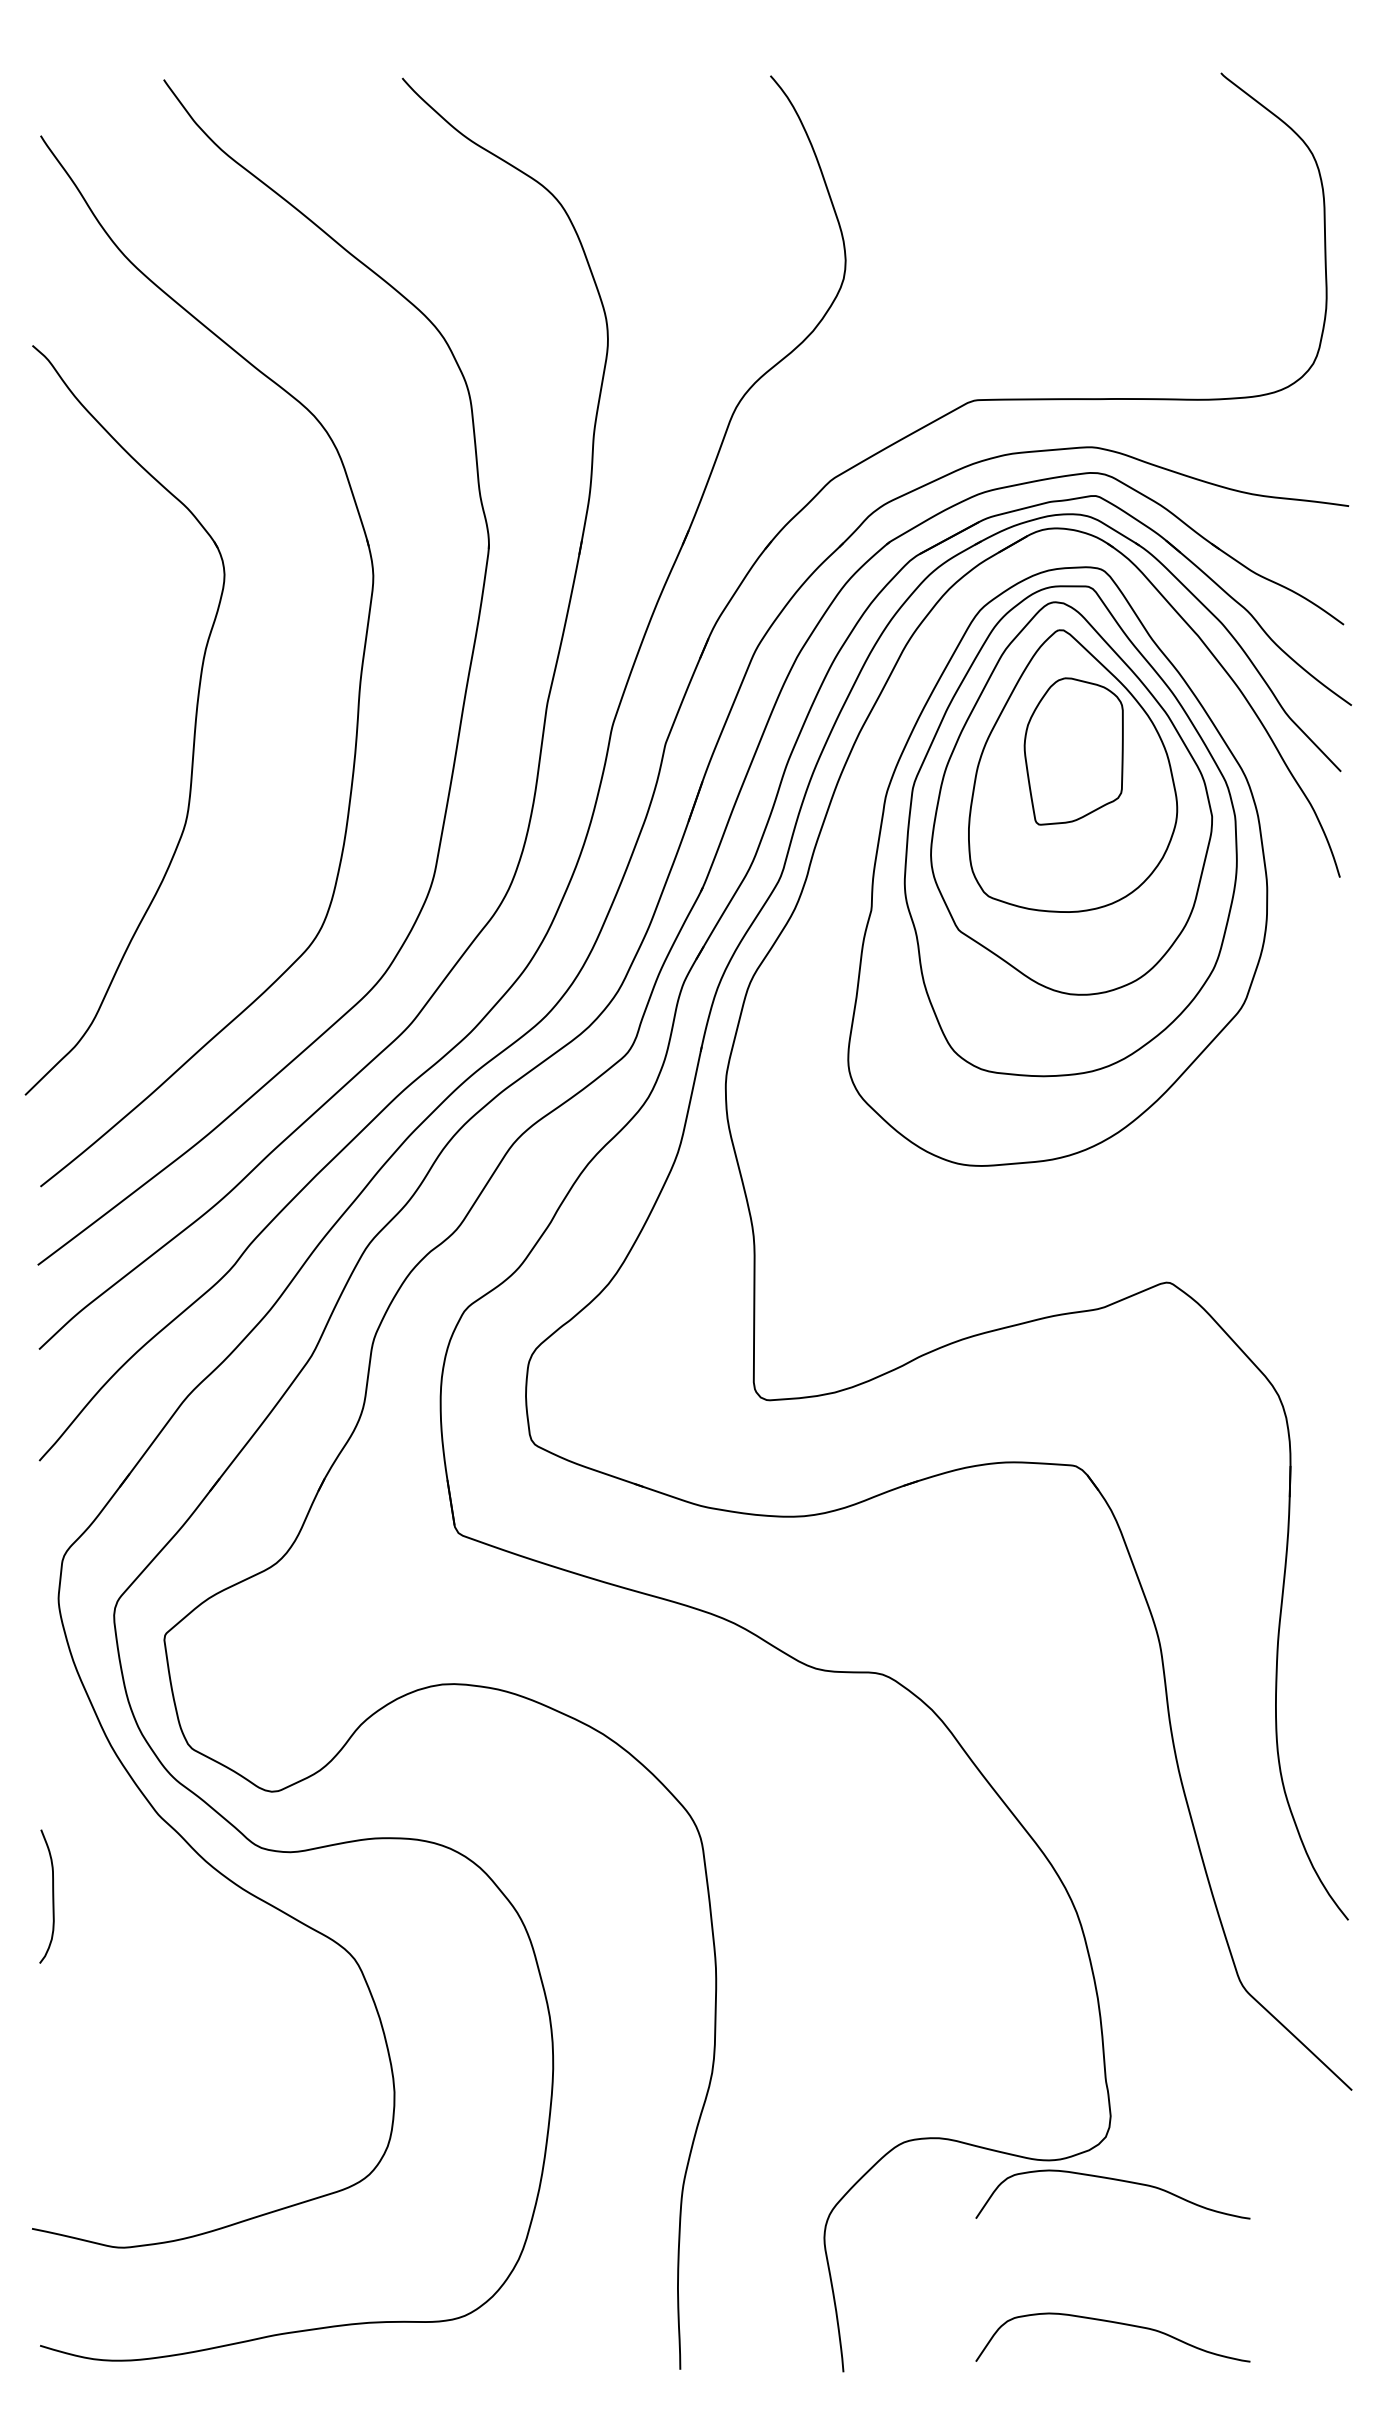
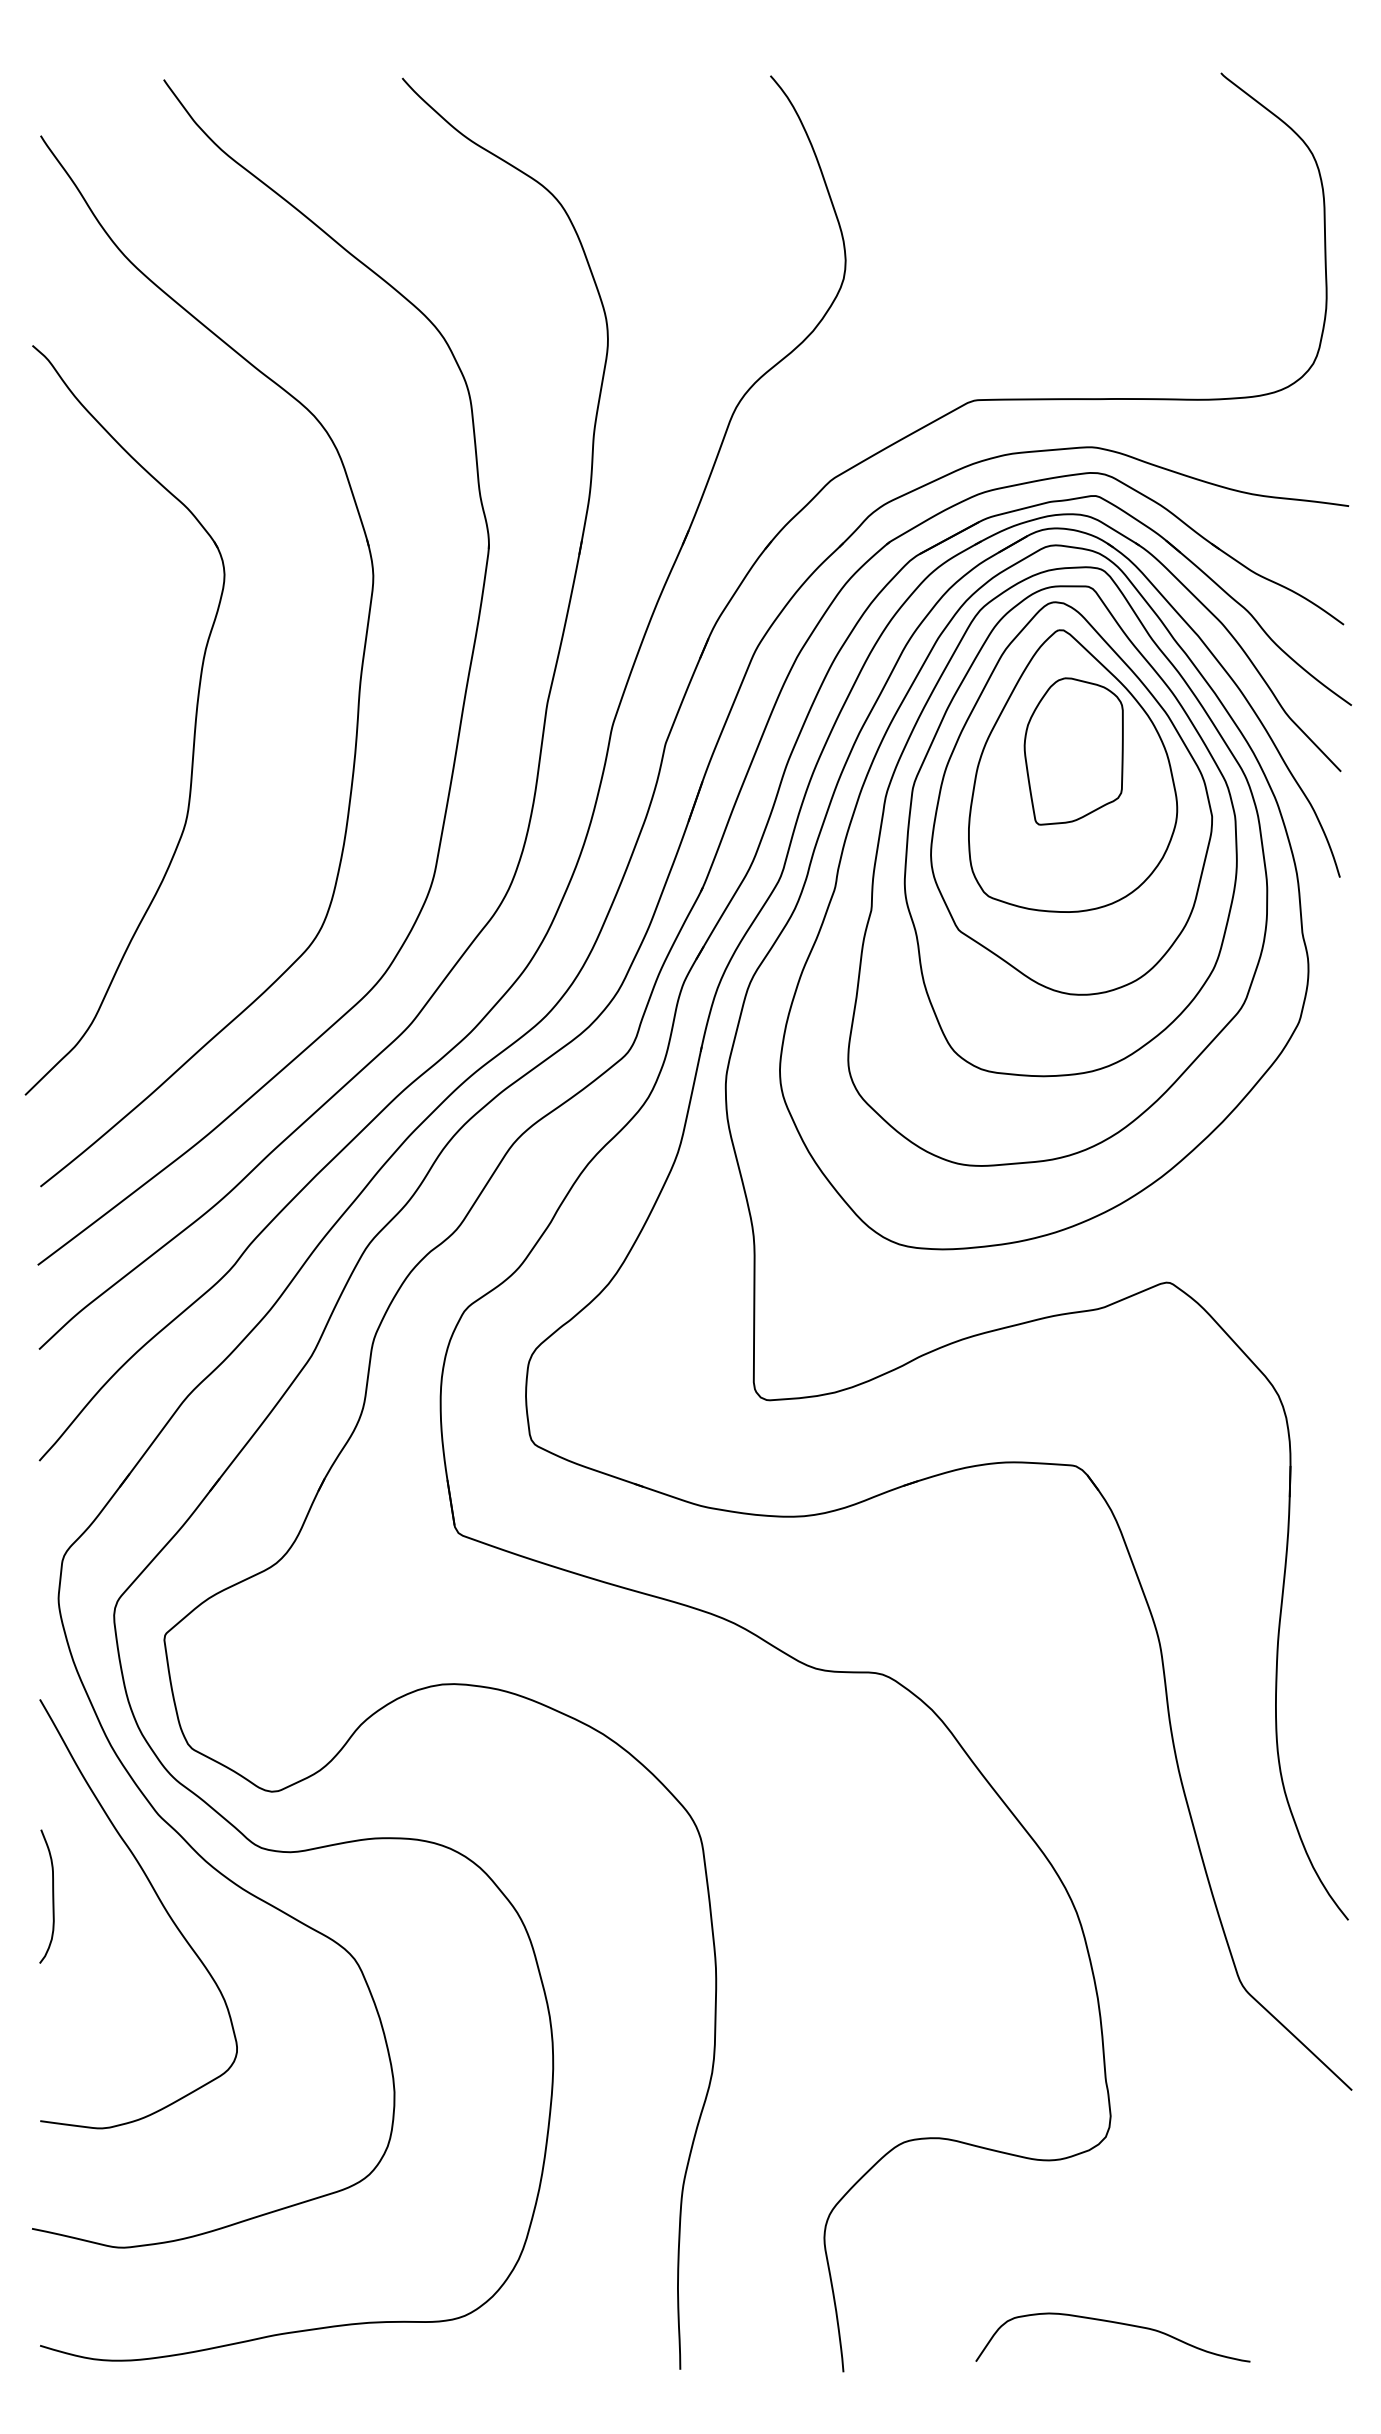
part at (1044, 897): none -> present
curve at (160, 1903): none -> present
curve at (1114, 2180): present -> none
